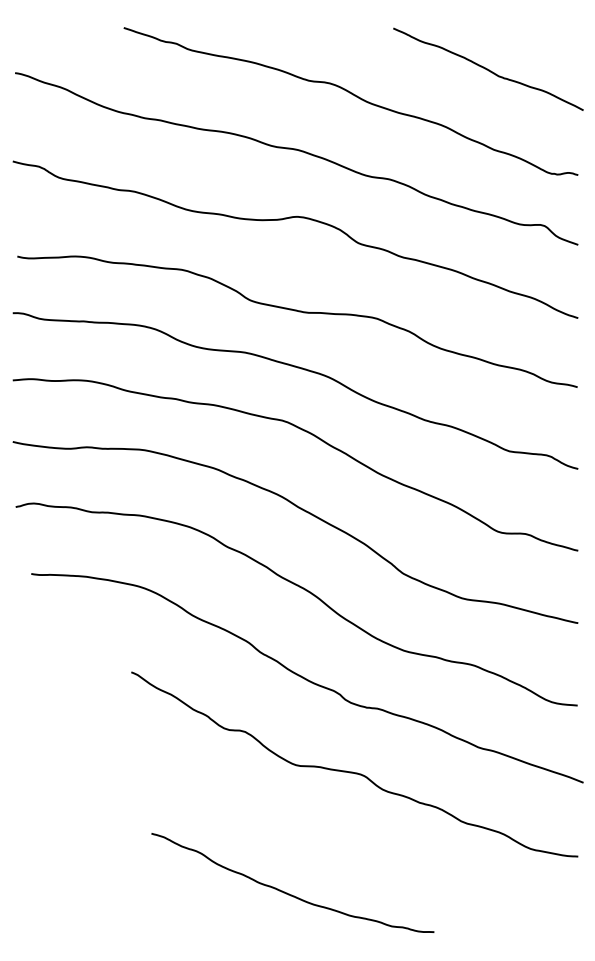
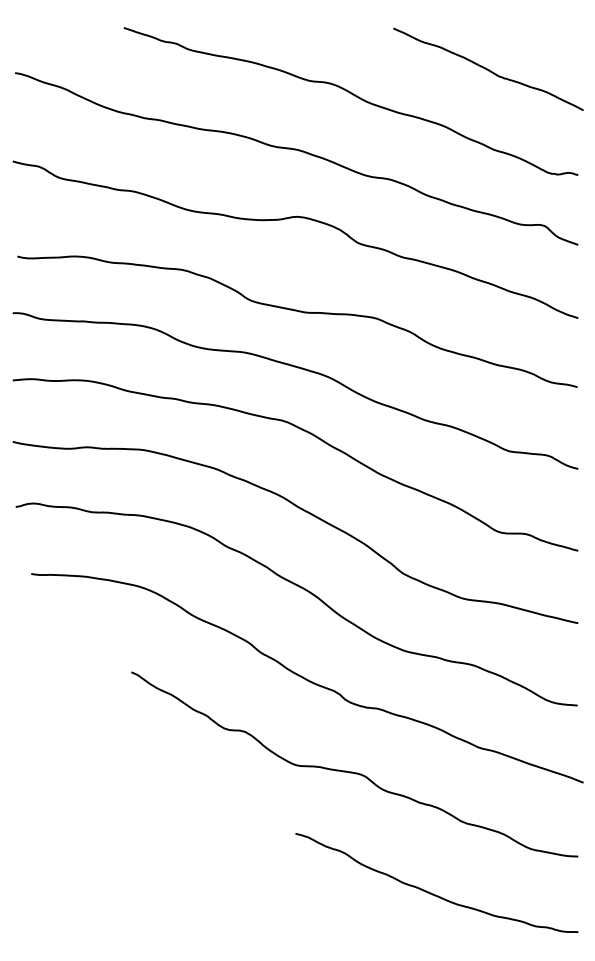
curve at (287, 892) position: (287, 892) -> (431, 892)
